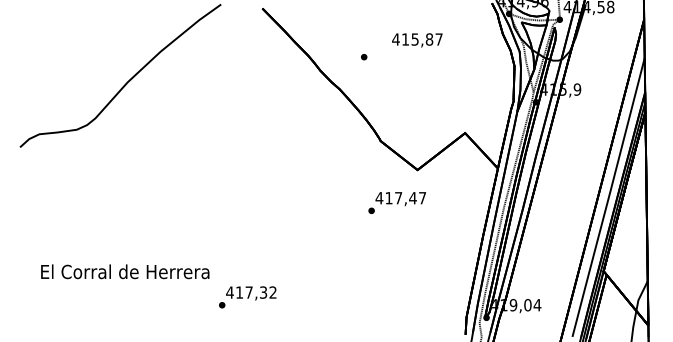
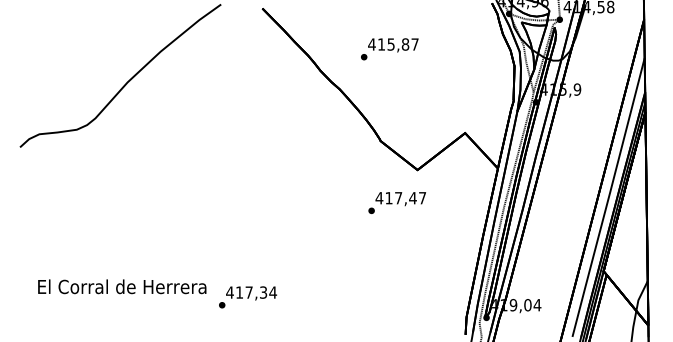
text at (417, 40) position: (417, 40) -> (393, 45)
text at (125, 271) position: (125, 271) -> (122, 286)
text at (273, 292): 417,32 -> 417,34
